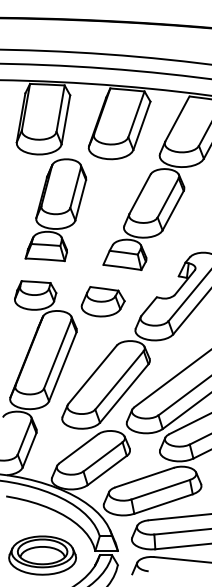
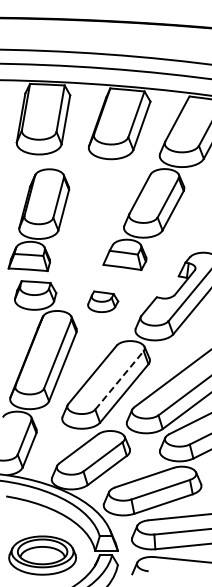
part at (55, 210) position: (55, 210) -> (38, 220)
part at (102, 301) size: 46x32 px -> 33x23 px
line at (119, 380): solid -> dashed
